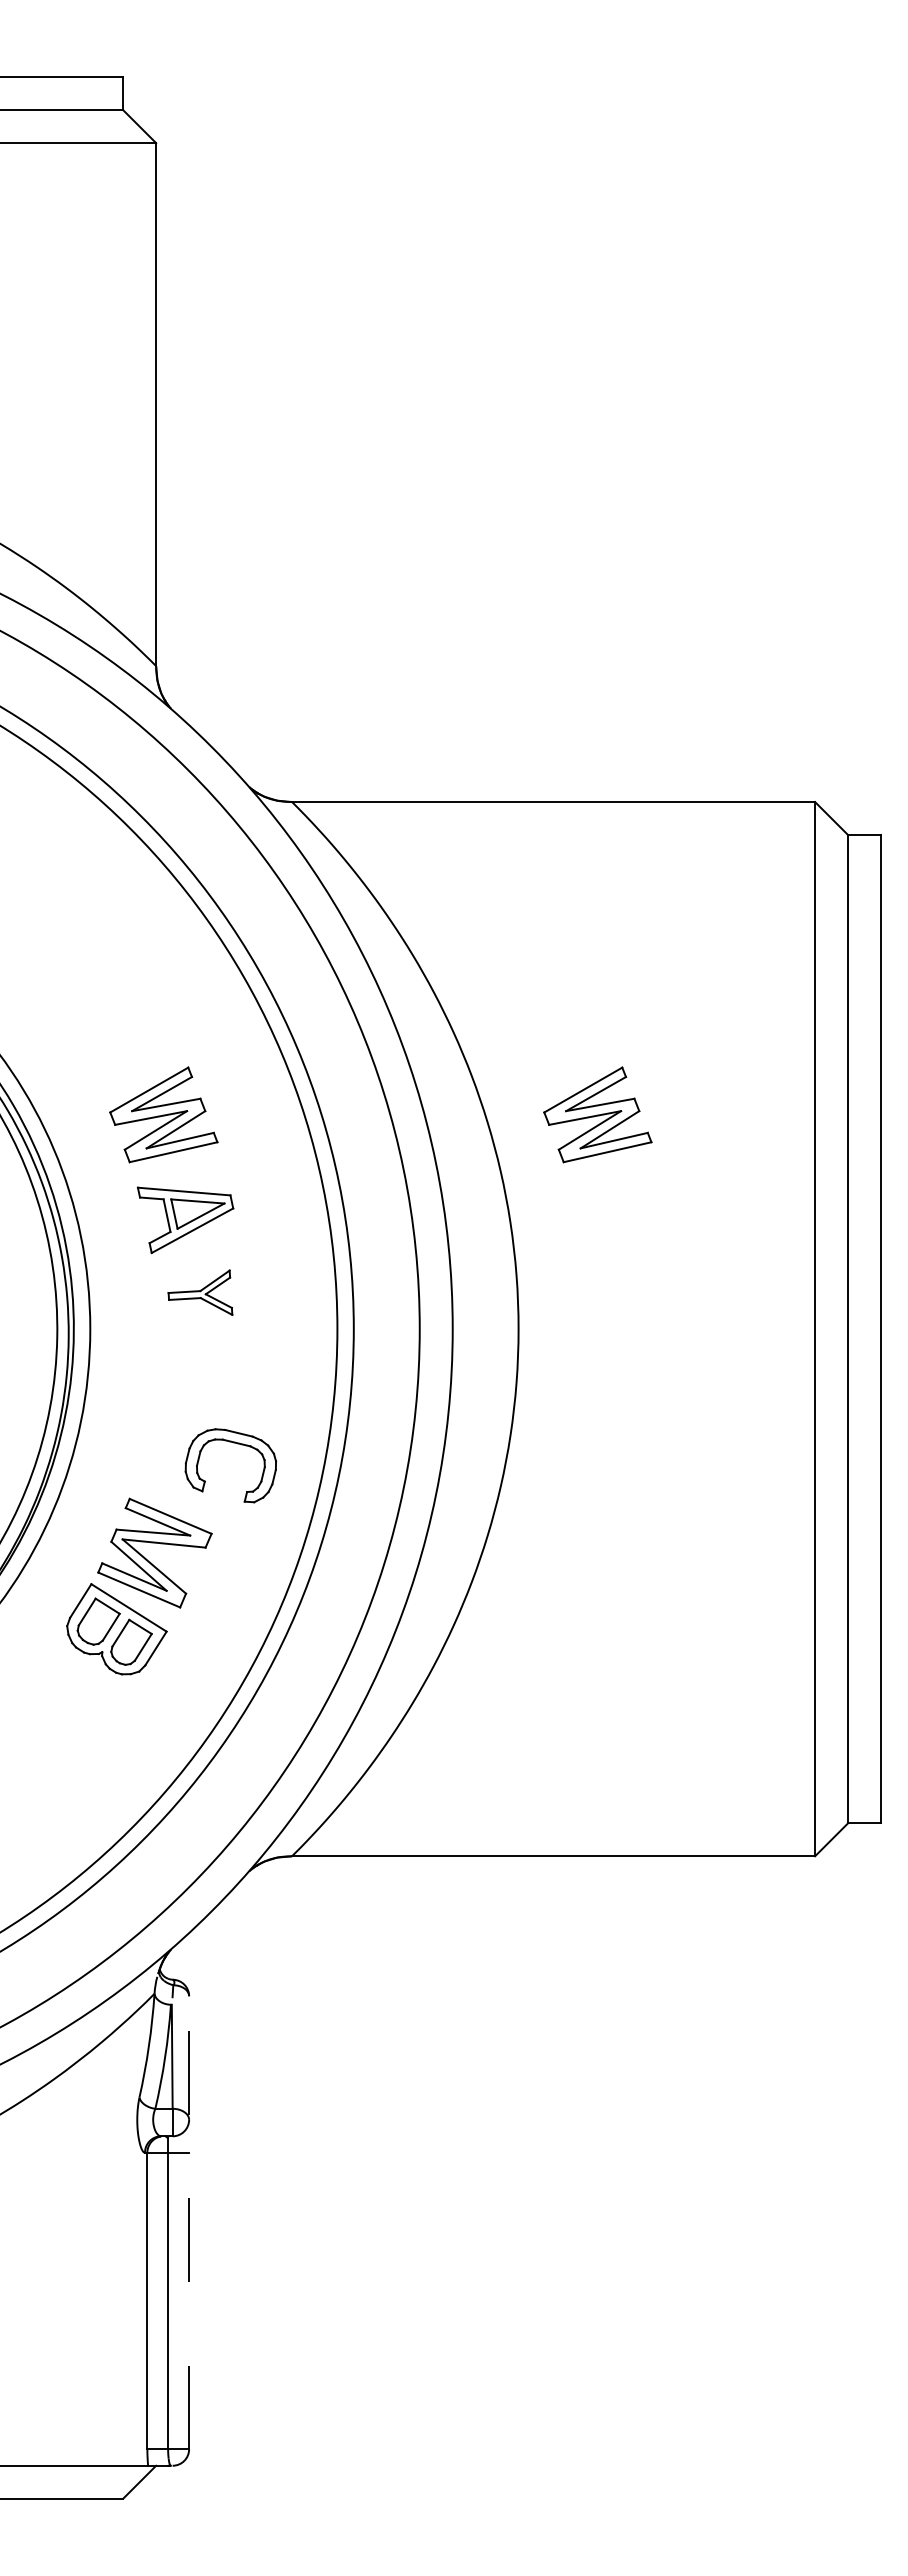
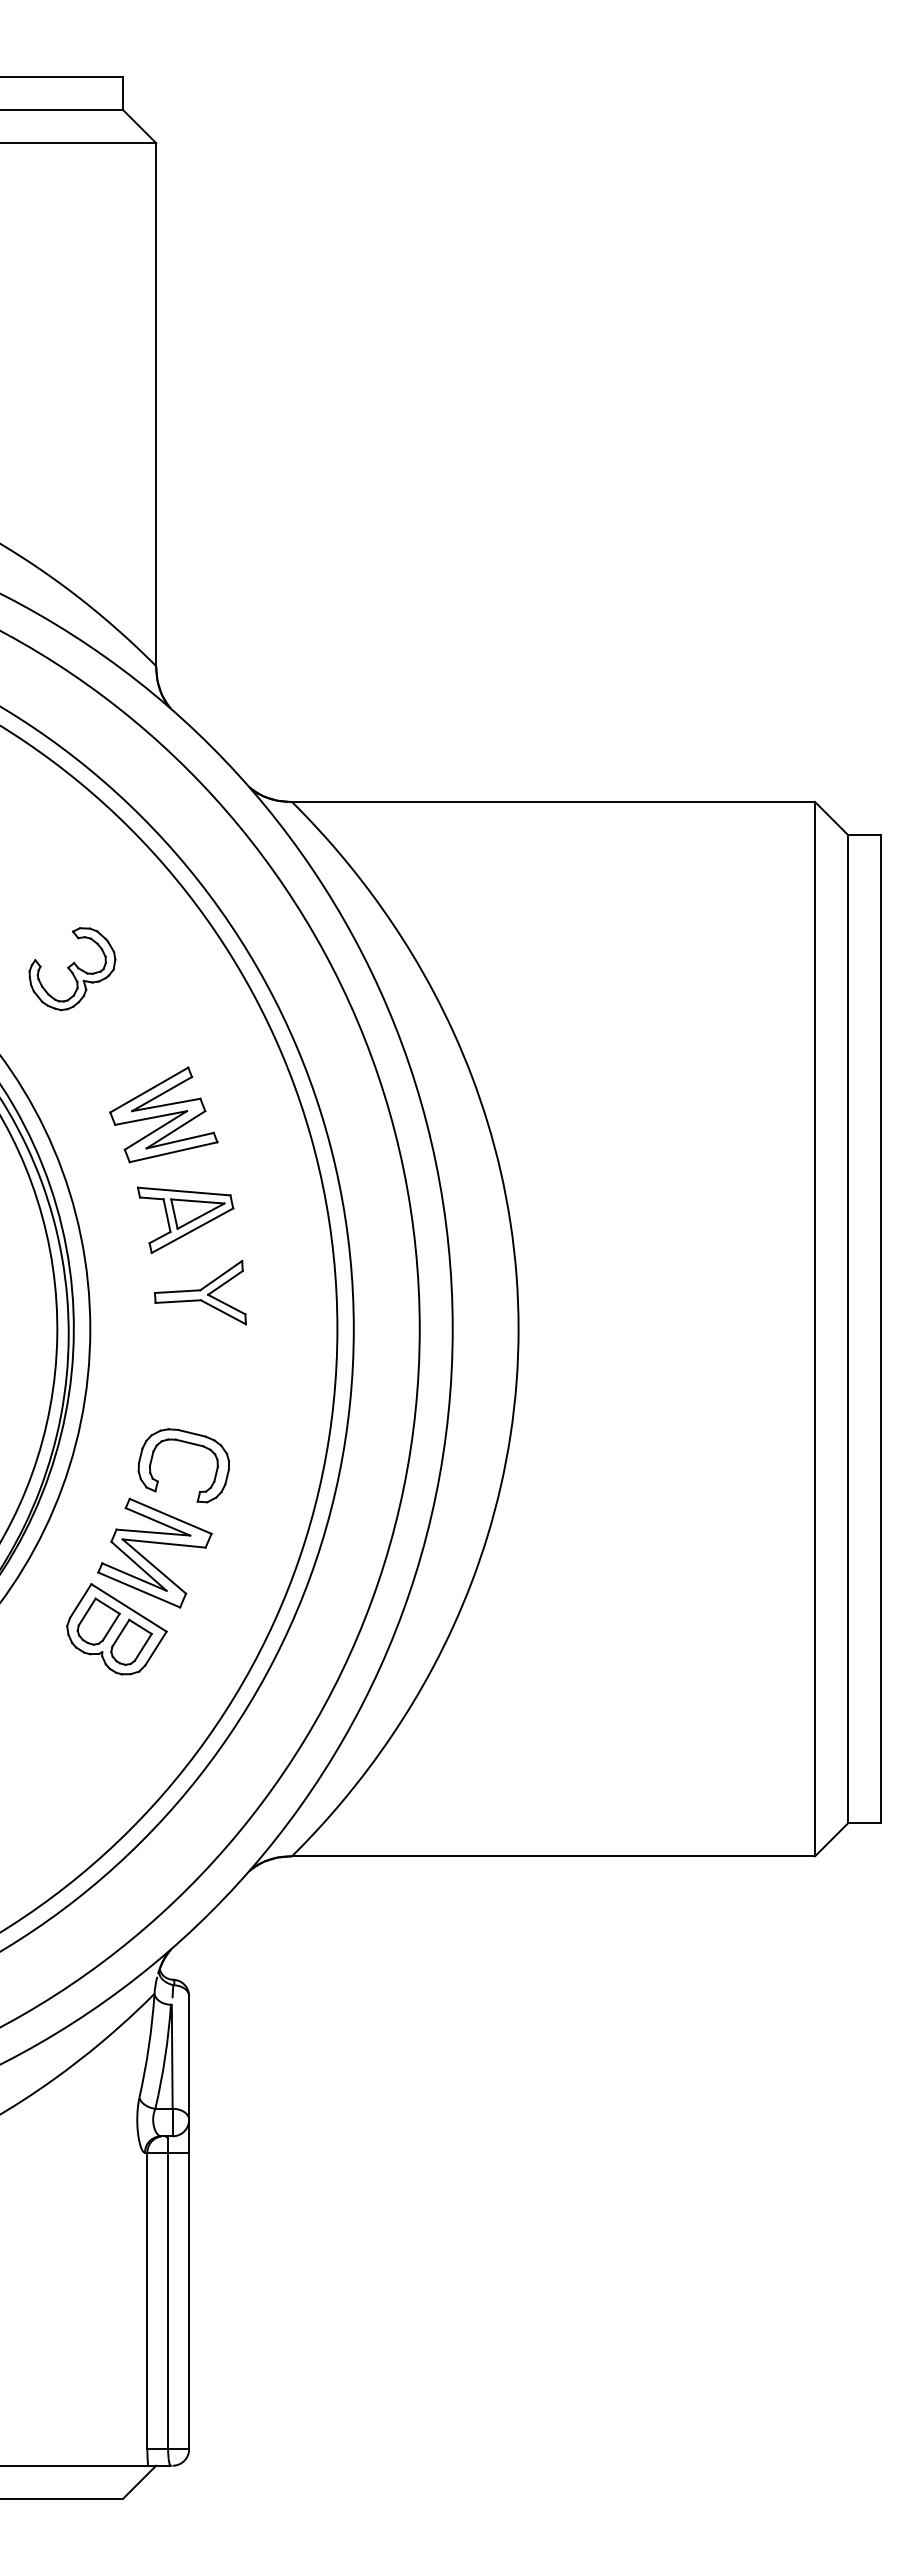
part at (72, 969): none -> present
part at (597, 1114): present -> none
part at (200, 1292) size: 67x47 px -> 93x66 px
part at (237, 1444) position: (237, 1444) -> (190, 1444)
line at (189, 2222): dashed -> solid
